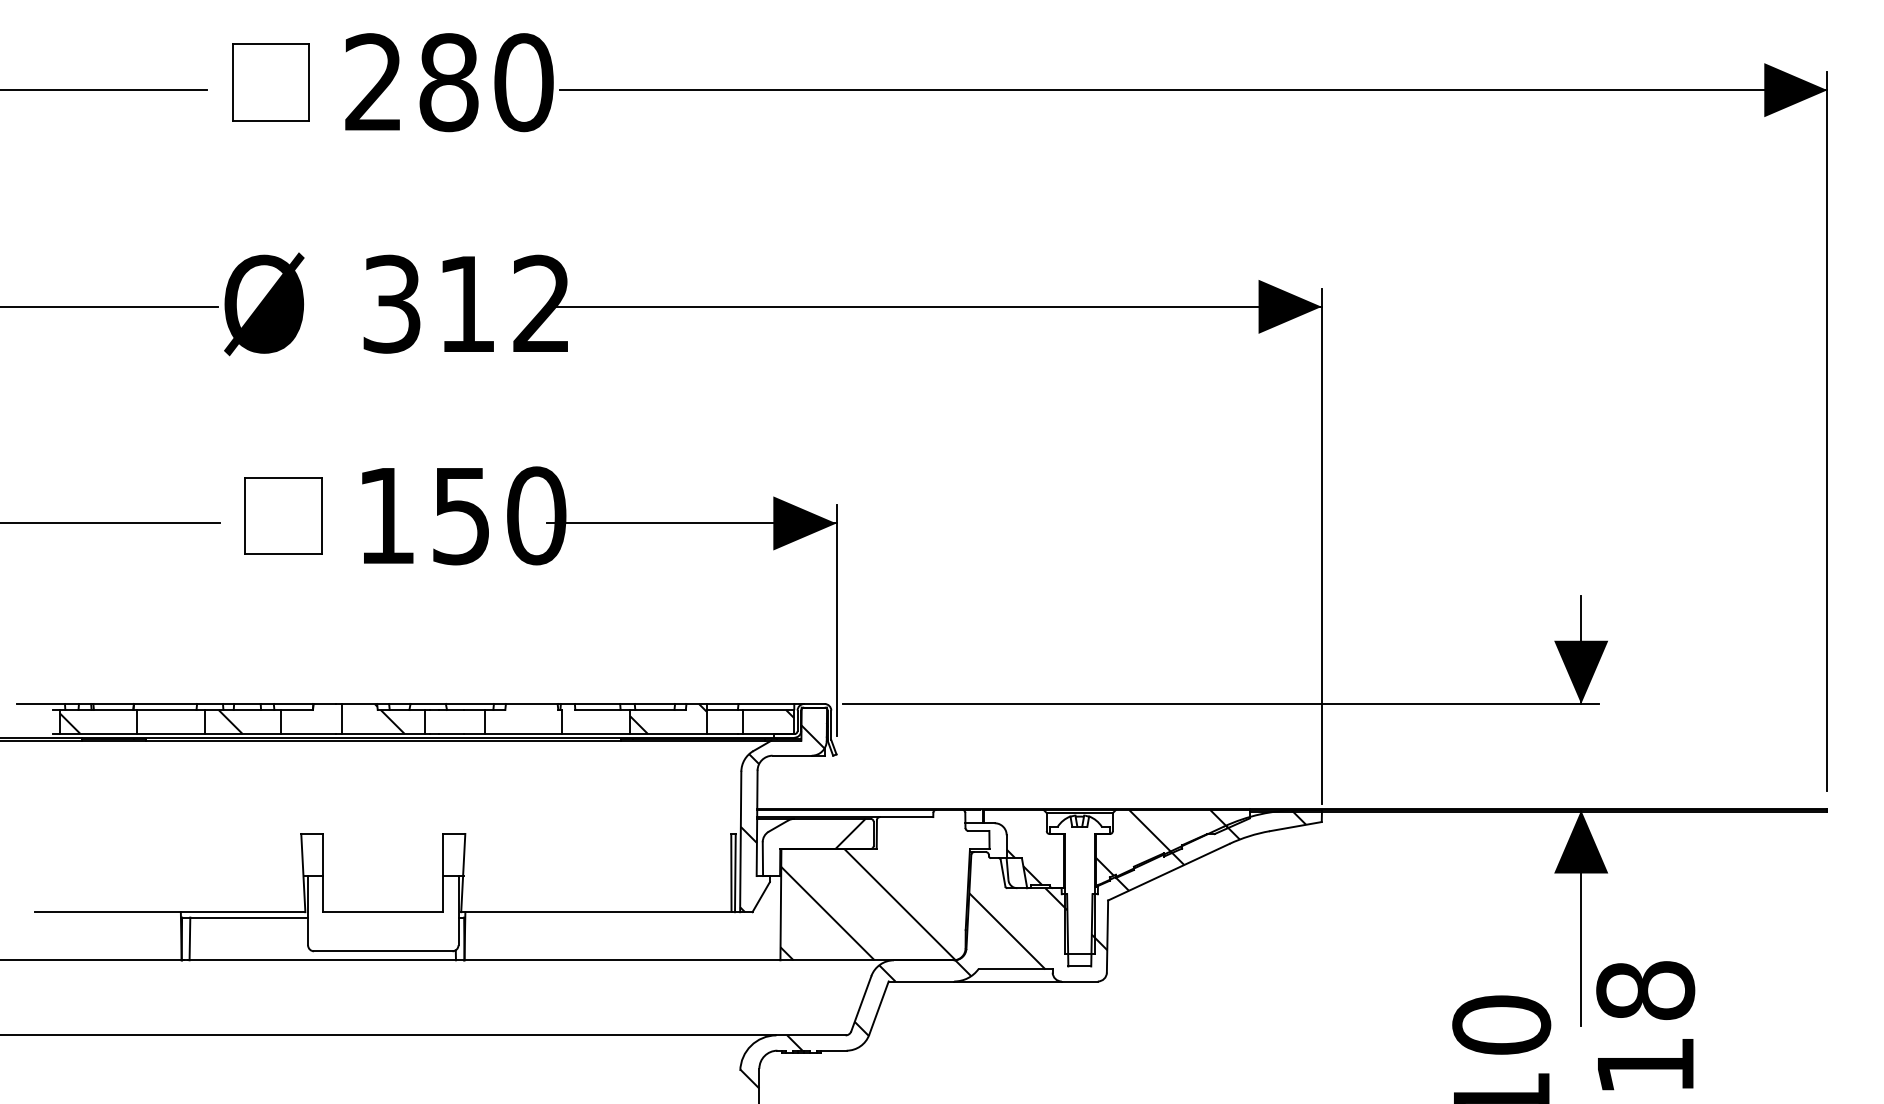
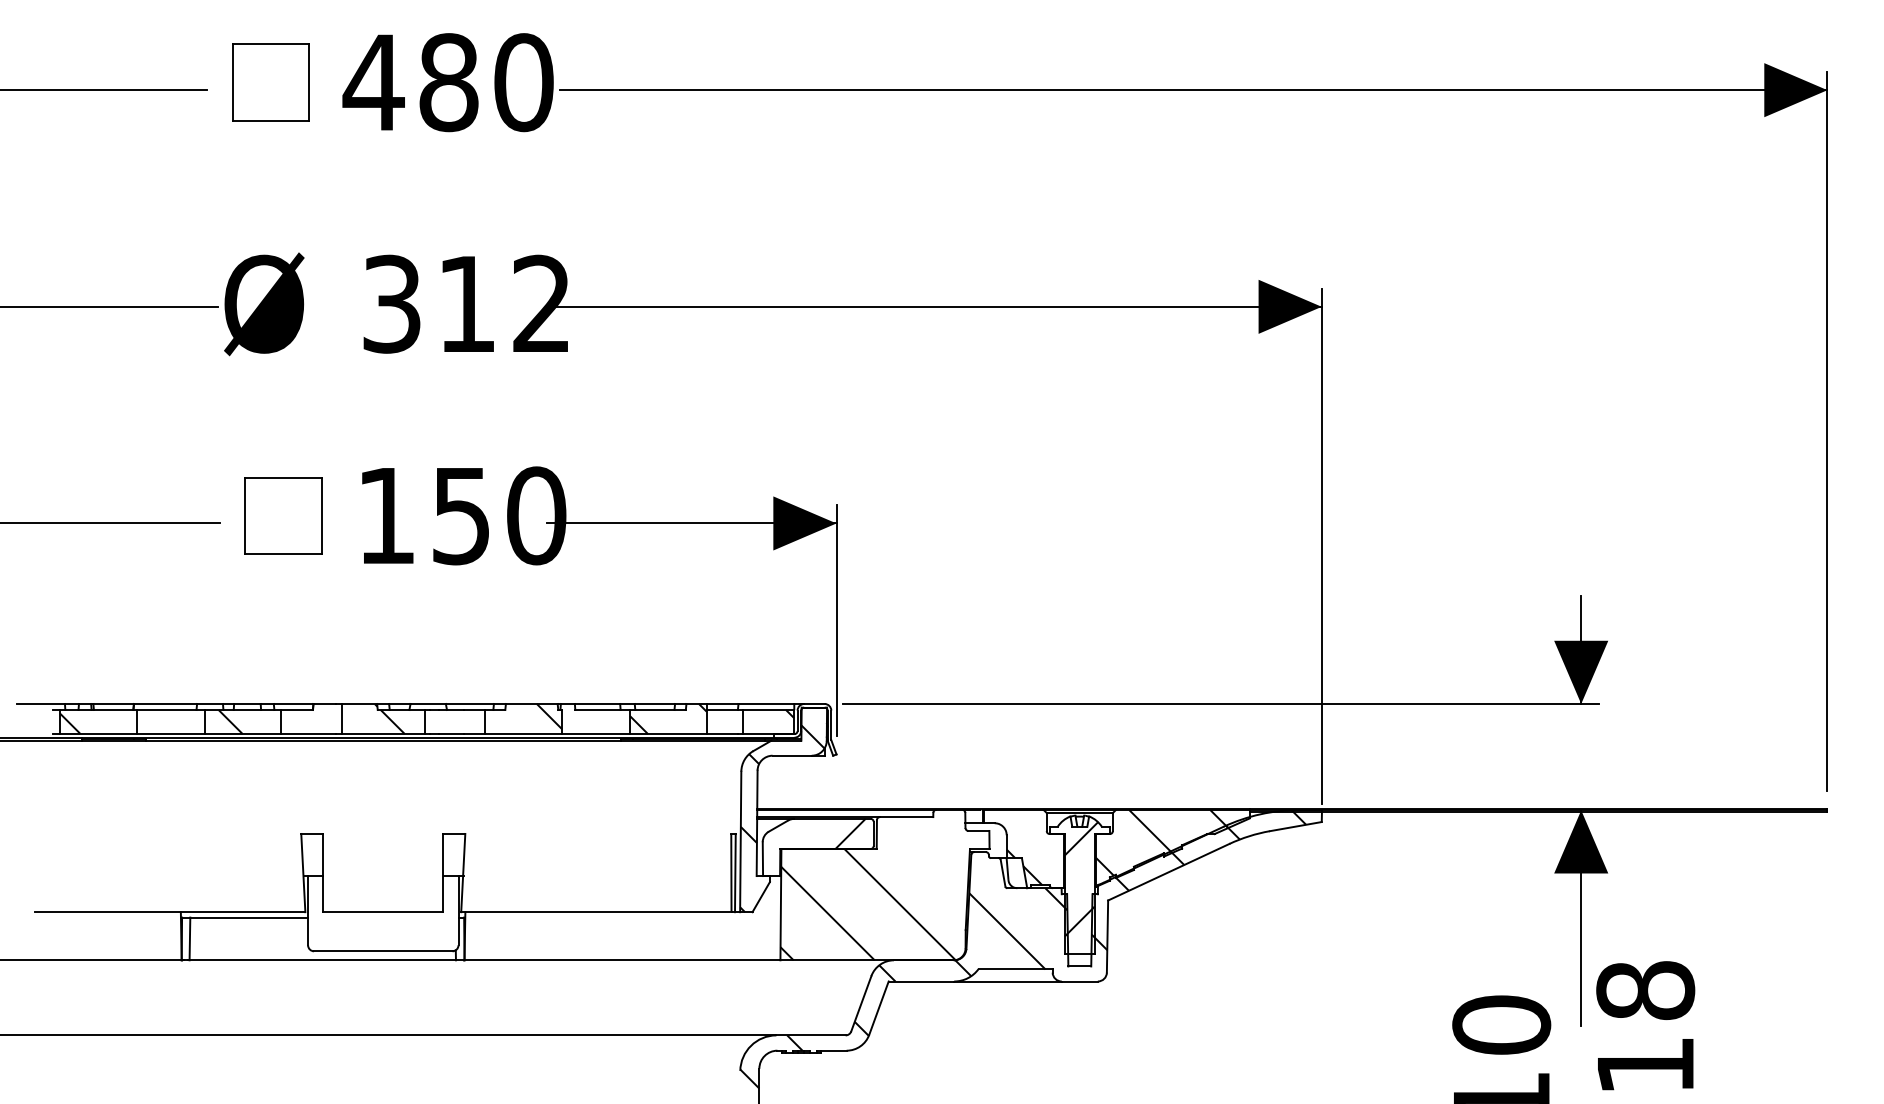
text at (373, 81): 280 -> 480
hatch at (523, 718): none -> present
hatch at (1081, 879): none -> present
